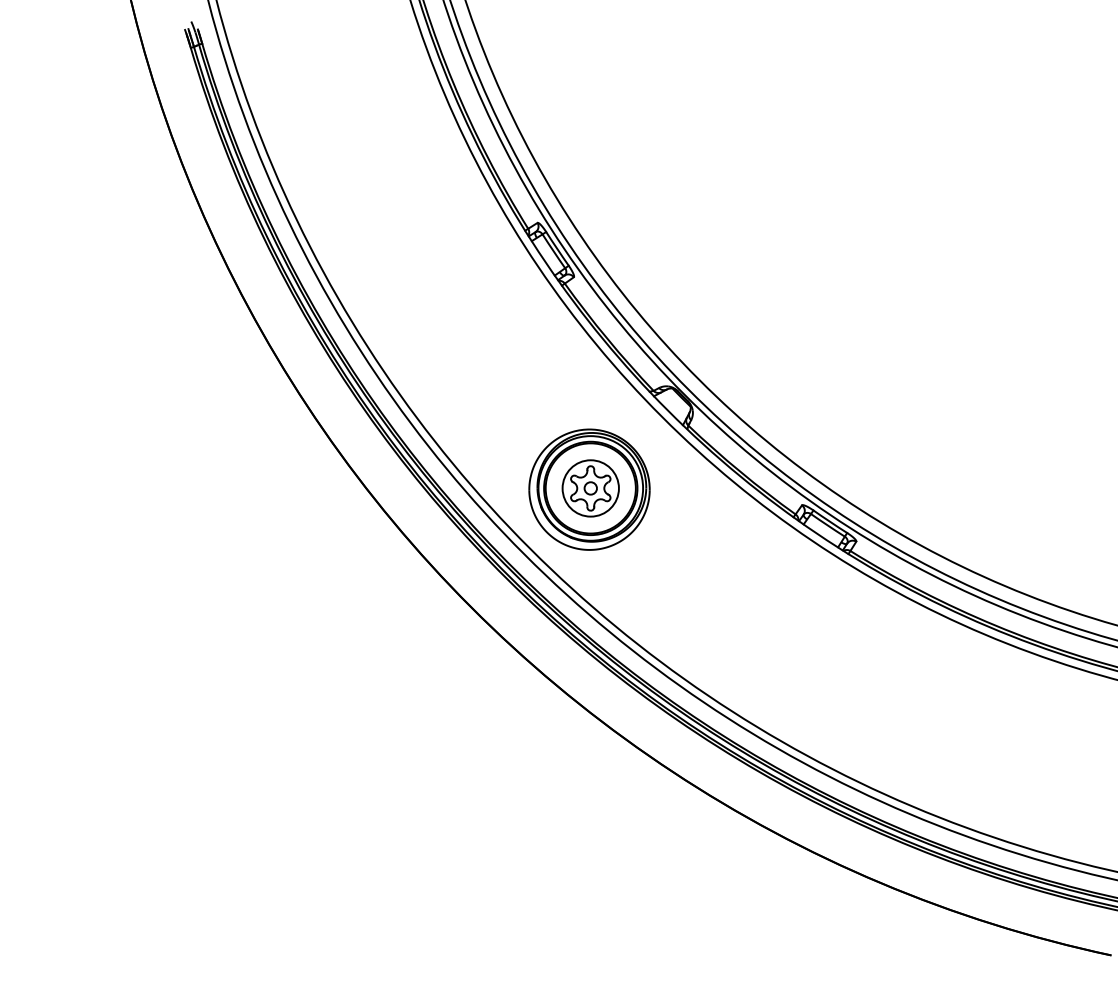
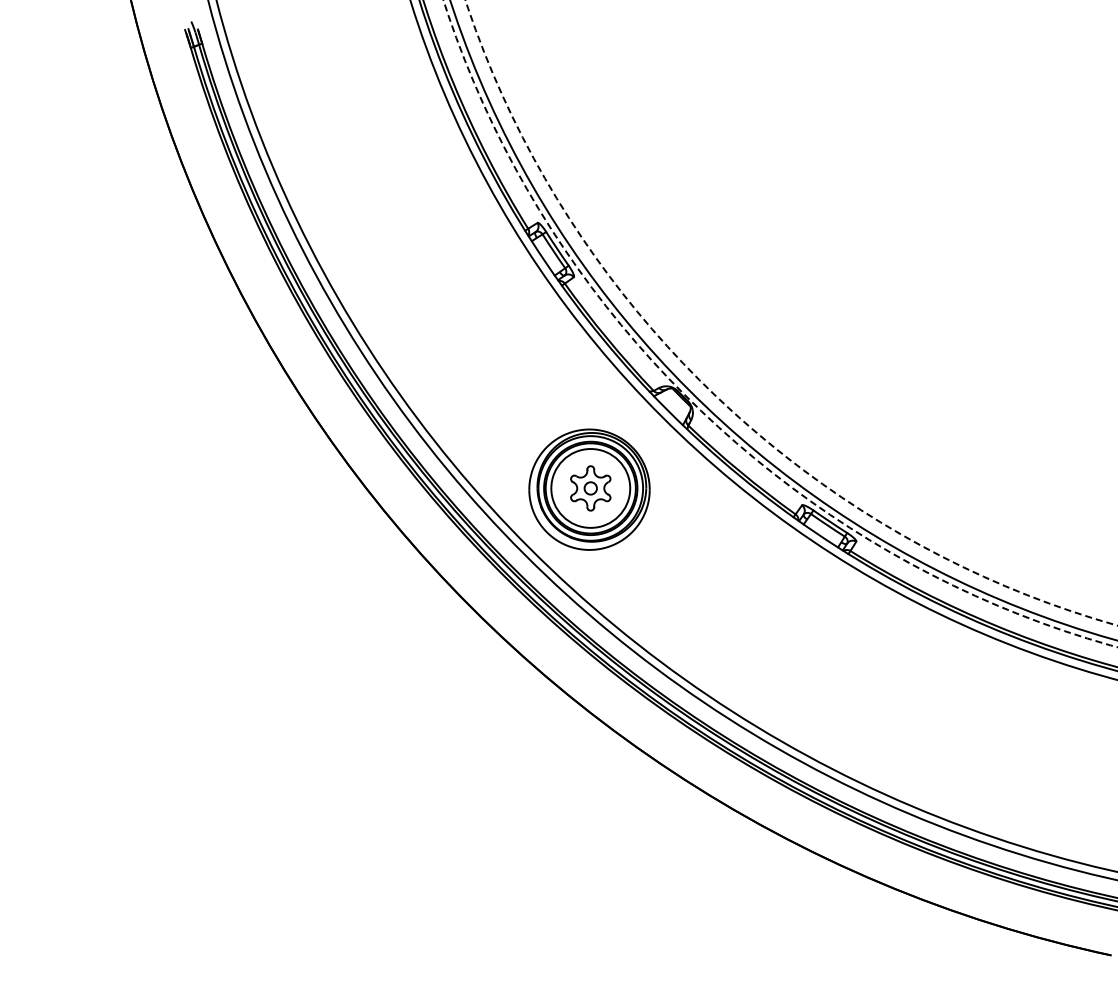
circle at (791, 312): solid -> dashed
circle at (780, 323): solid -> dashed
circle at (590, 488) diameter: 56 px -> 79 px
